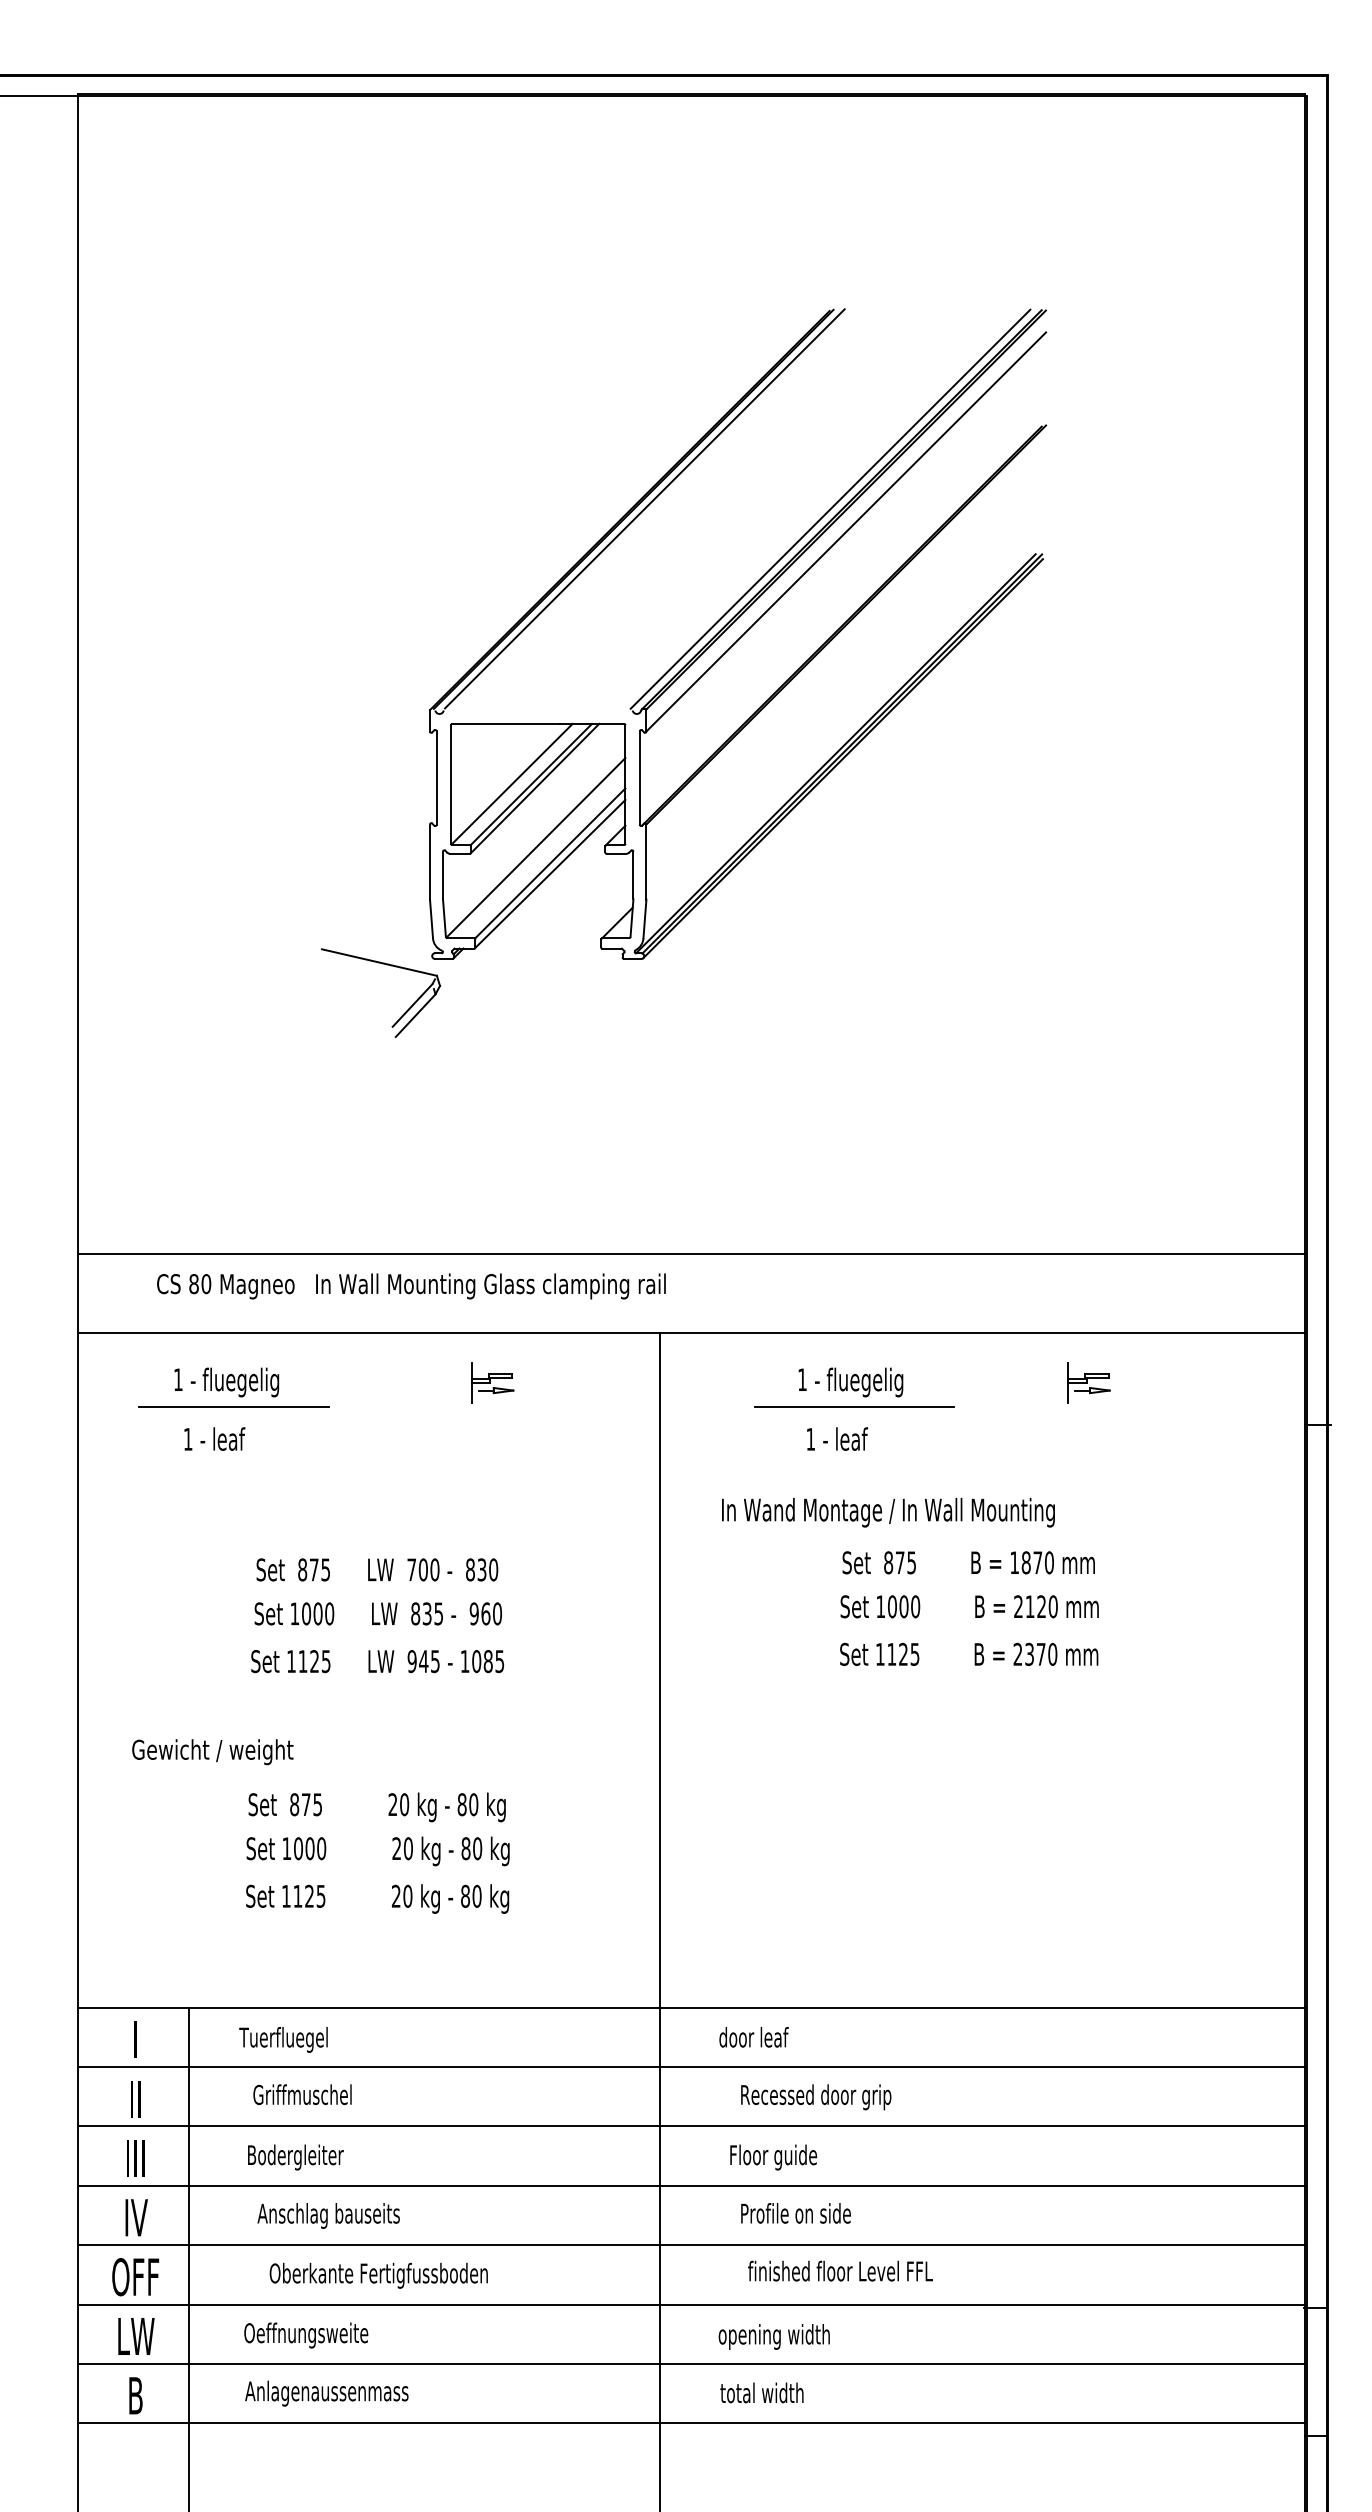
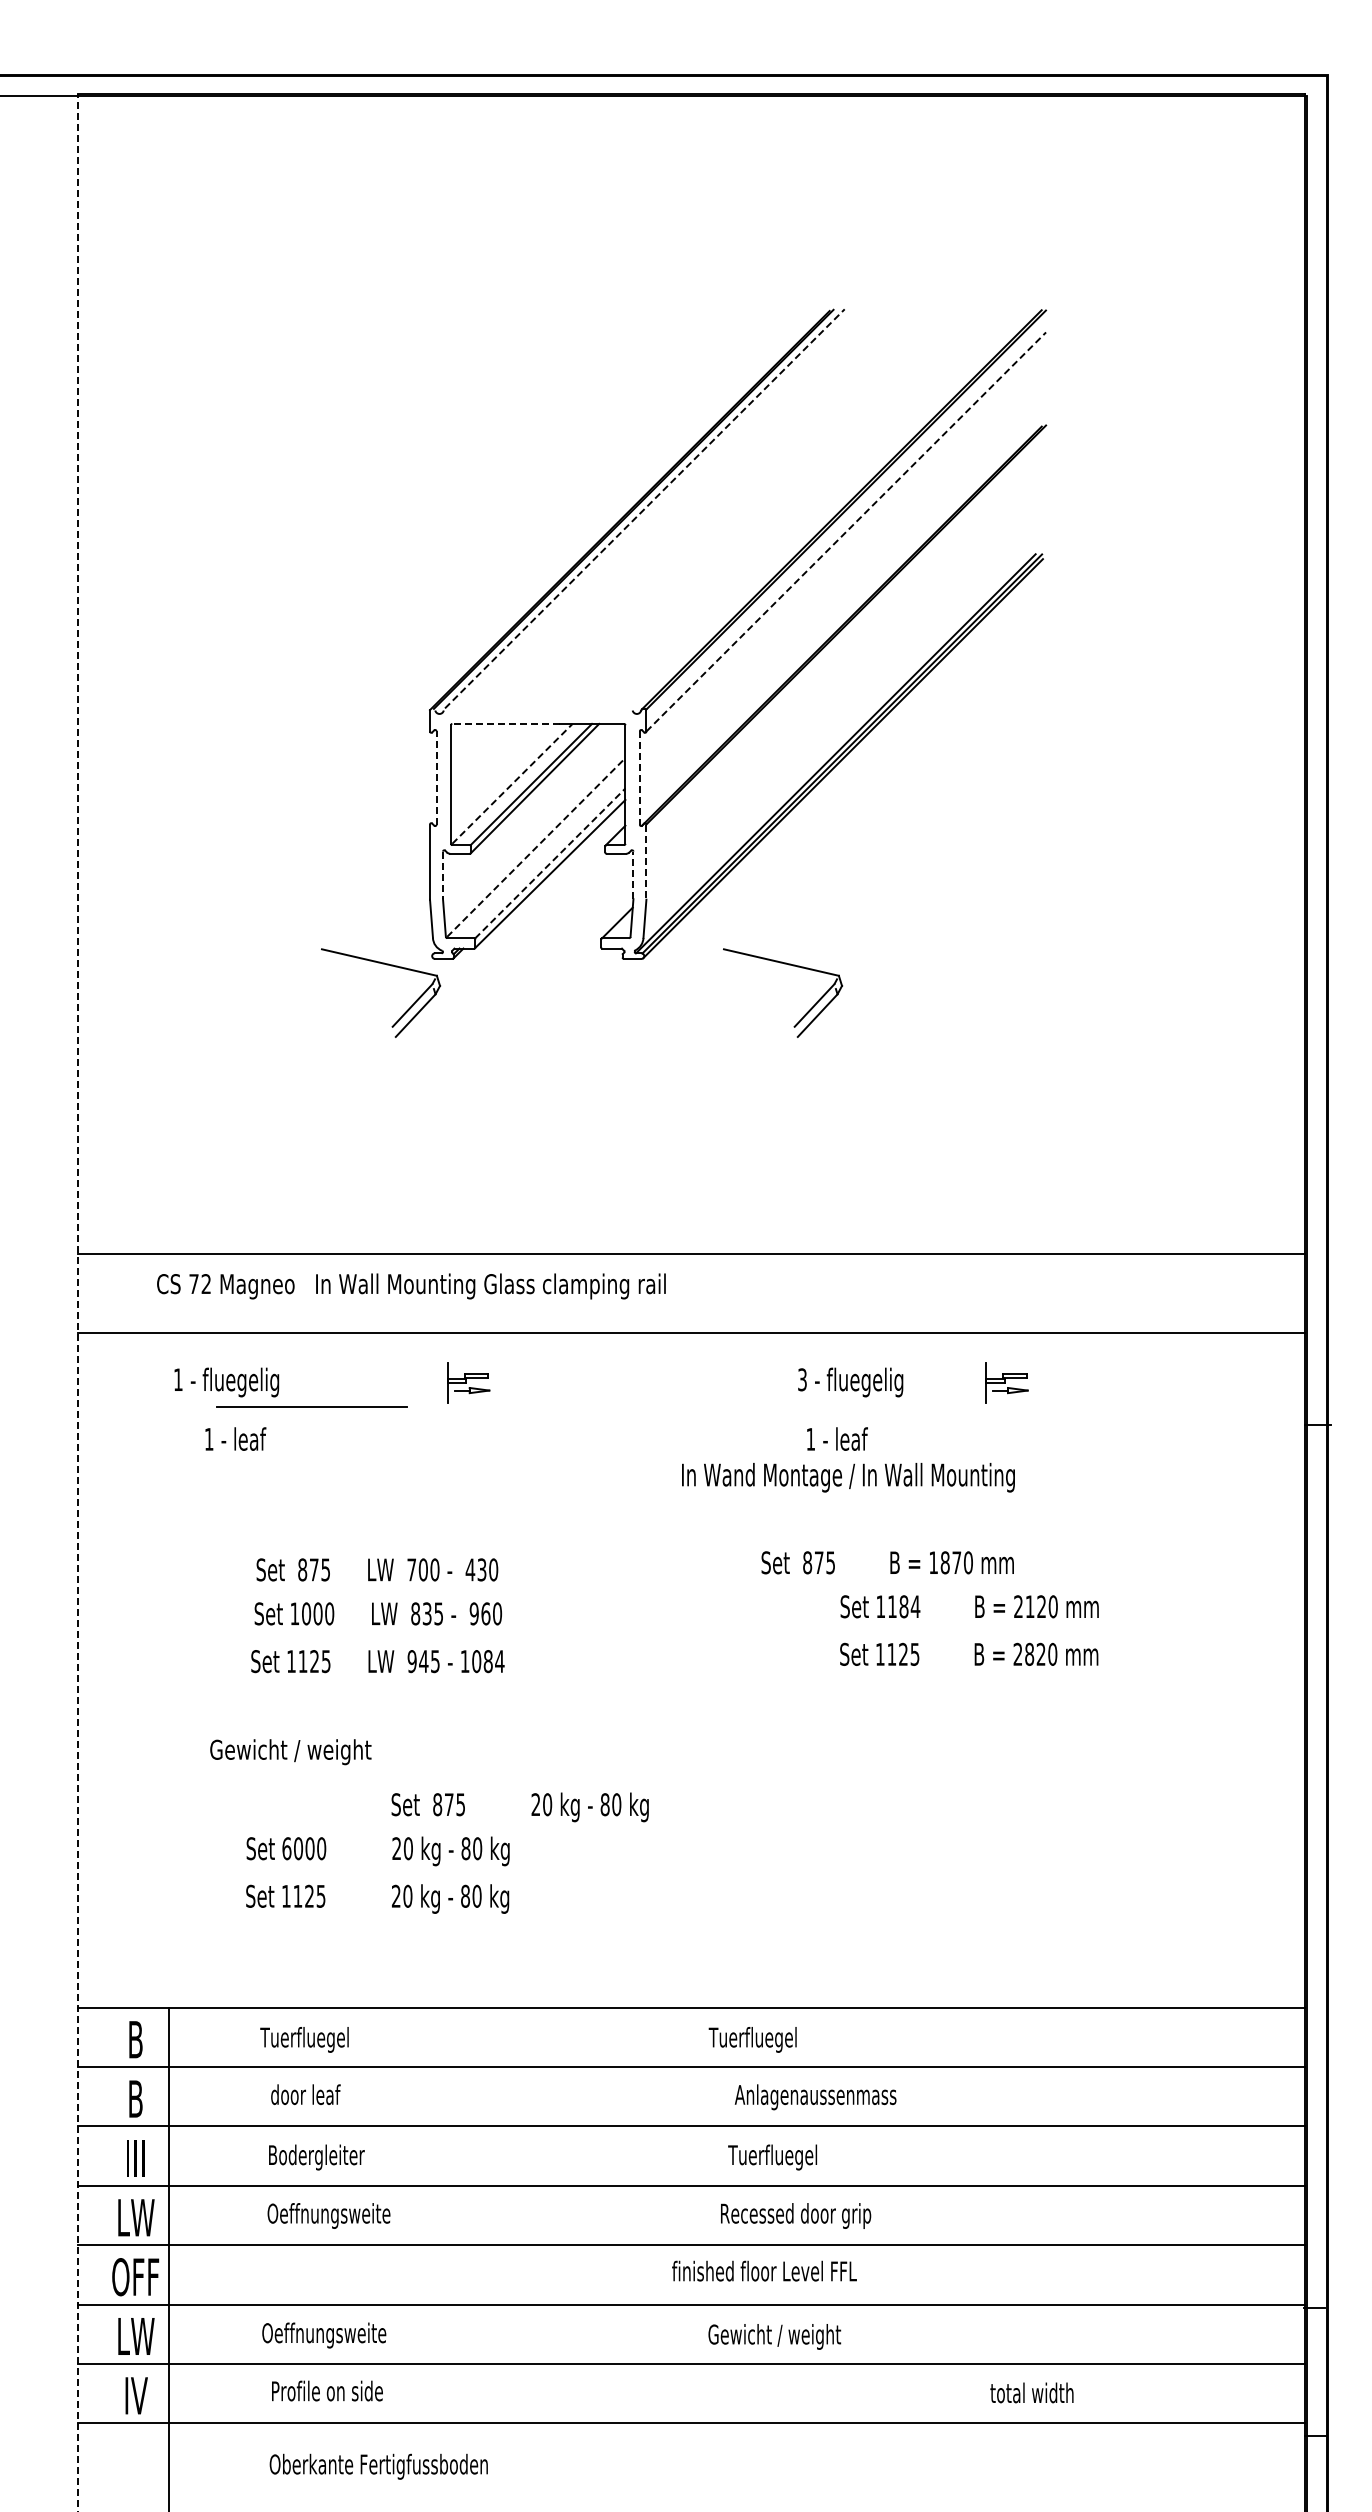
line at (645, 508): solid -> dashed
line at (830, 508): present -> none
line at (846, 531): solid -> dashed
line at (506, 723): solid -> dashed
line at (436, 778): solid -> dashed
line at (639, 778): solid -> dashed
line at (512, 783): solid -> dashed
line at (536, 847): solid -> dashed
line at (646, 862): solid -> dashed
line at (550, 863): solid -> dashed
line at (443, 875): solid -> dashed
line at (633, 875): solid -> dashed
part at (788, 965): none -> present
text at (200, 1284): 80 -> 72
line at (78, 1302): solid -> dashed
text at (802, 1379): 1 -> 3
part at (492, 1382) position: (492, 1382) -> (468, 1382)
part at (1088, 1382) position: (1088, 1382) -> (1006, 1382)
line at (233, 1406) position: (233, 1406) -> (311, 1406)
line at (853, 1406): present -> none
text at (214, 1438) position: (214, 1438) -> (235, 1438)
text at (888, 1512) position: (888, 1512) -> (848, 1477)
text at (968, 1562) position: (968, 1562) -> (887, 1562)
text at (470, 1569): 830 -> 430
text at (904, 1606): 1000 -> 1184
text at (1035, 1653): 2370 -> 2820
text at (499, 1661): 1085 -> 1084
text at (212, 1752) position: (212, 1752) -> (290, 1752)
text at (376, 1807) position: (376, 1807) -> (519, 1807)
text at (286, 1848): 1000 -> 6000
line at (660, 1920): present -> none
text at (135, 2039): I -> B
text at (283, 2039) position: (283, 2039) -> (304, 2039)
text at (752, 2039): door leaf -> Tuerfluegel
text at (302, 2094): Griffmuschel -> door leaf
text at (815, 2097): Recessed door grip -> Anlagenaussenmass
text at (135, 2098): II -> B
text at (295, 2157) position: (295, 2157) -> (316, 2157)
text at (772, 2157): Floor guide -> Tuerfluegel
text at (328, 2215): Anschlag bauseits -> Oeffnungsweite
text at (796, 2215): Profile on side -> Recessed door grip
text at (136, 2217): IV -> LW
line at (189, 2257) position: (189, 2257) -> (169, 2257)
text at (840, 2270) position: (840, 2270) -> (764, 2270)
text at (378, 2275) position: (378, 2275) -> (378, 2466)
text at (306, 2335) position: (306, 2335) -> (324, 2335)
text at (774, 2336): opening width -> Gewicht / weight
text at (761, 2392) position: (761, 2392) -> (1031, 2392)
text at (326, 2393): Anlagenaussenmass -> Profile on side
text at (136, 2395): B -> IV
